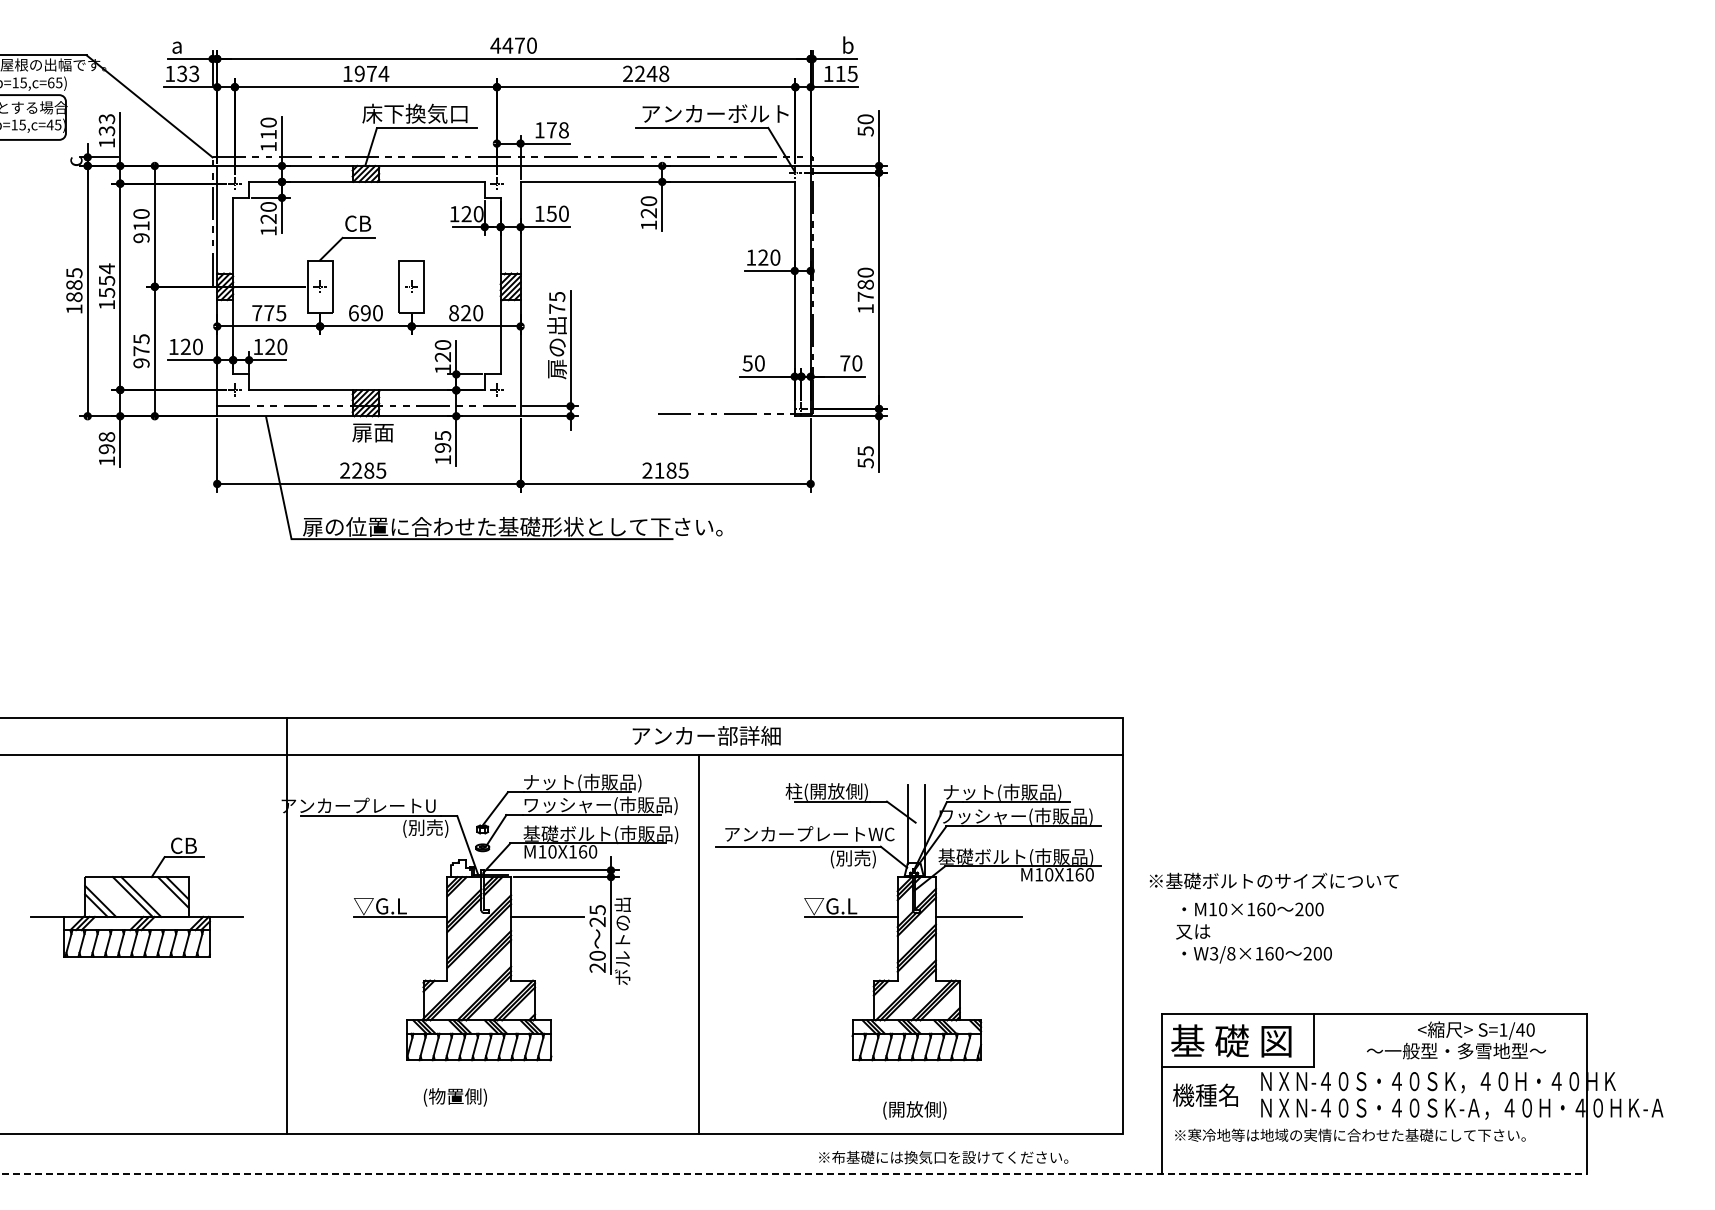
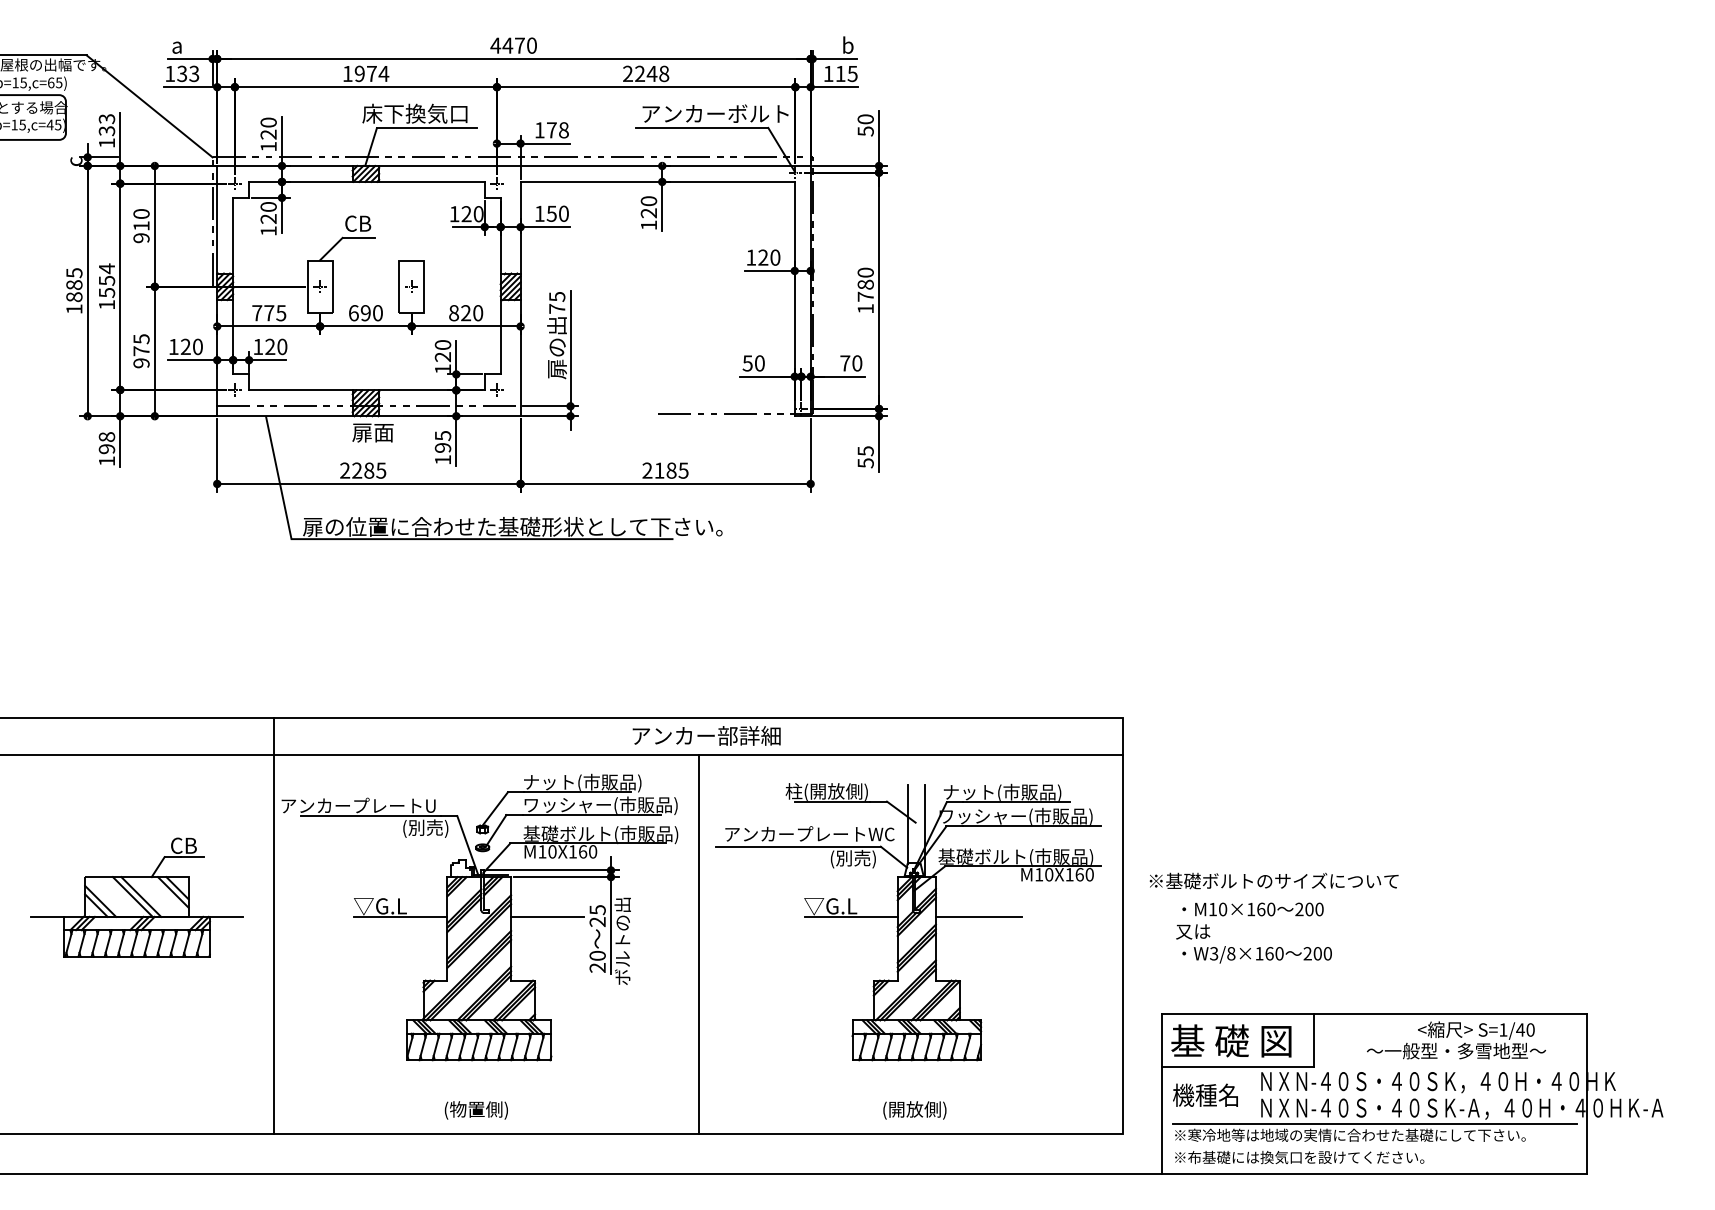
text at (268, 134): 110 -> 120
line at (286, 925) position: (286, 925) -> (273, 925)
text at (454, 1097) position: (454, 1097) -> (475, 1110)
line at (1374, 1123): none -> present
text at (943, 1157) position: (943, 1157) -> (1299, 1157)
line at (794, 1173): dashed -> solid
